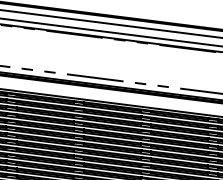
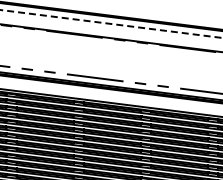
line at (111, 24): solid -> dashed
line at (110, 32): present -> none
